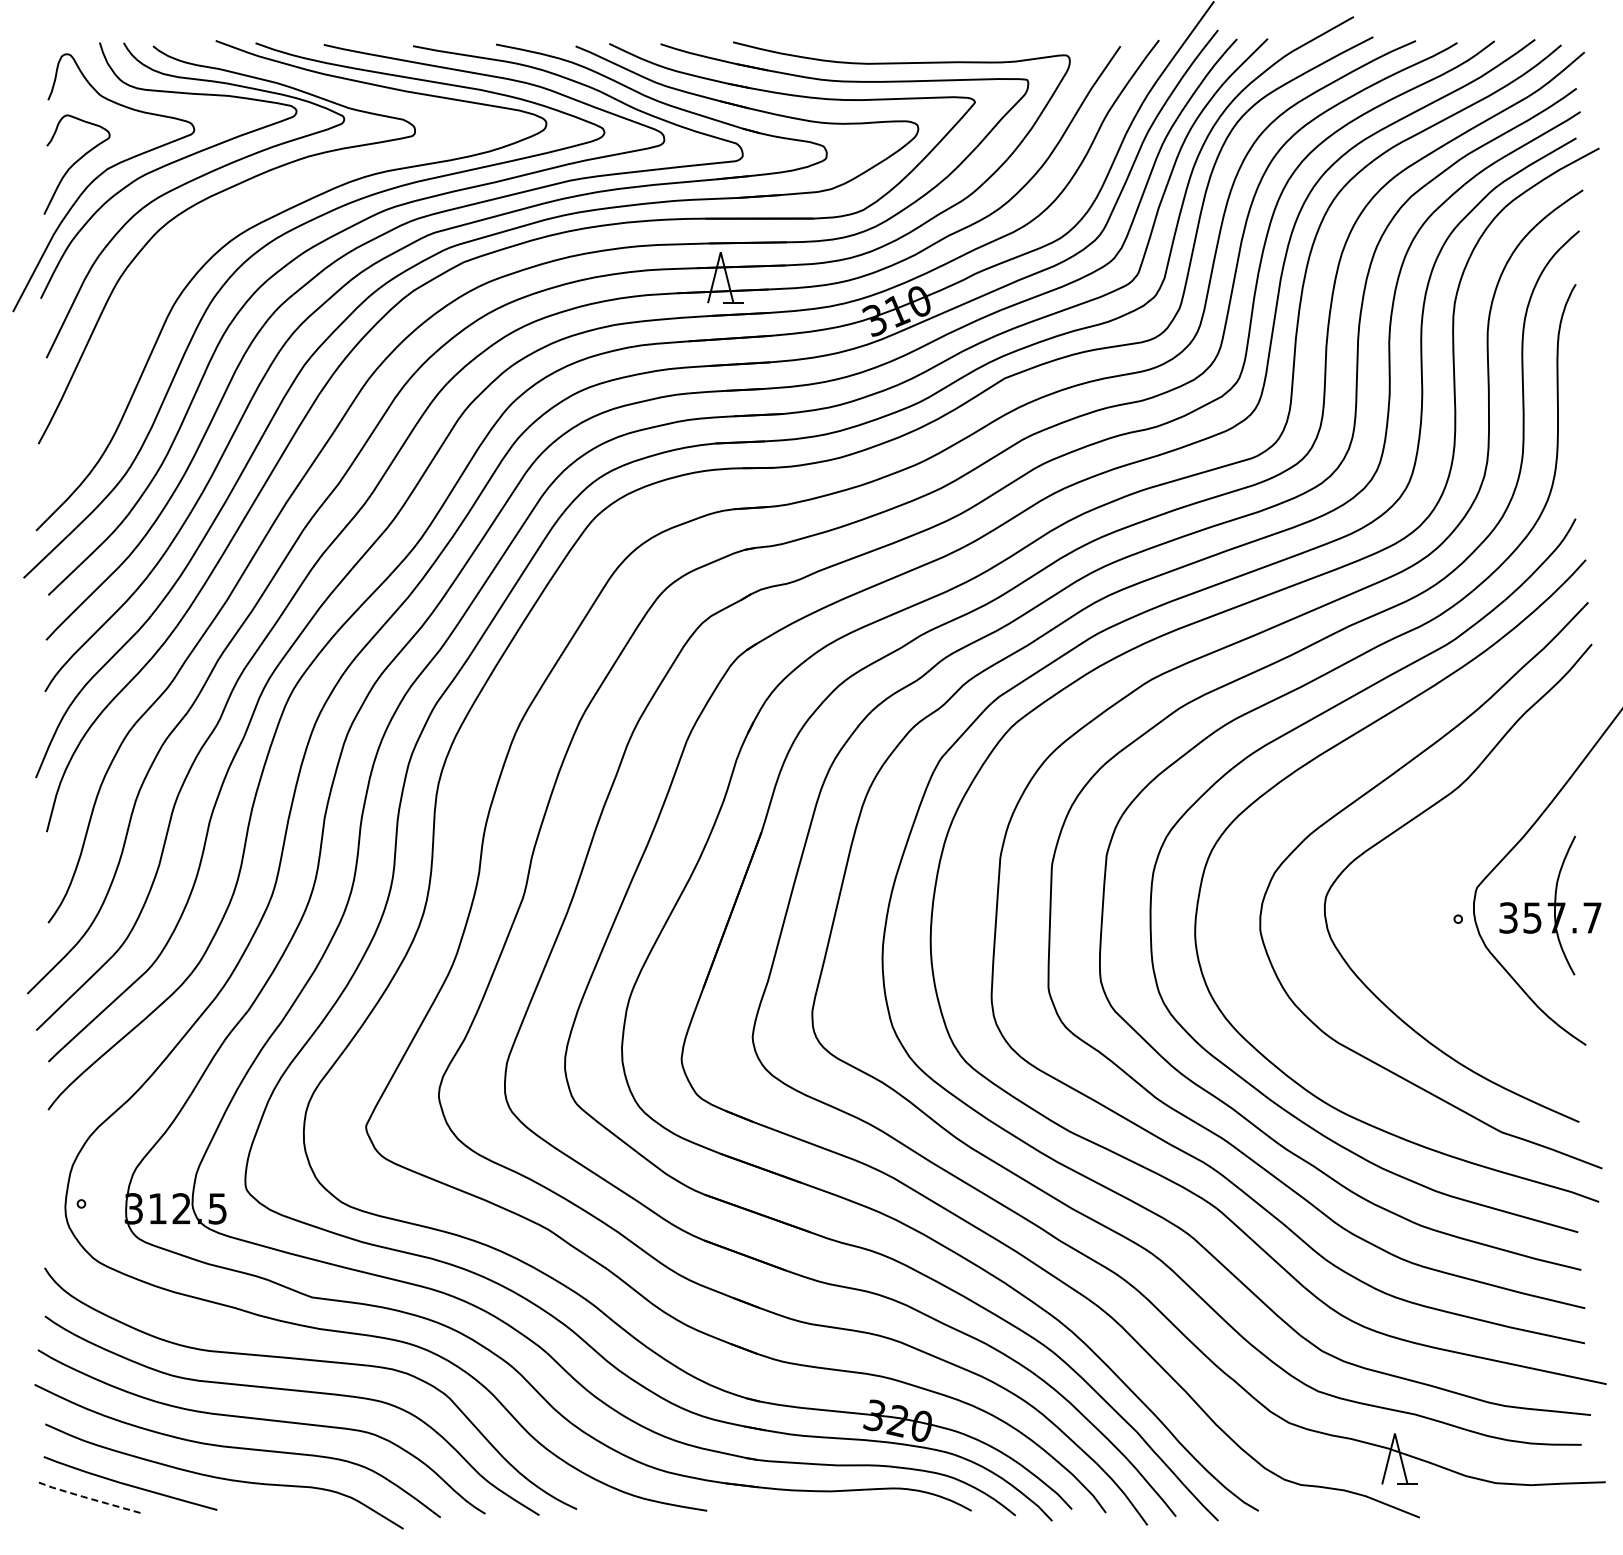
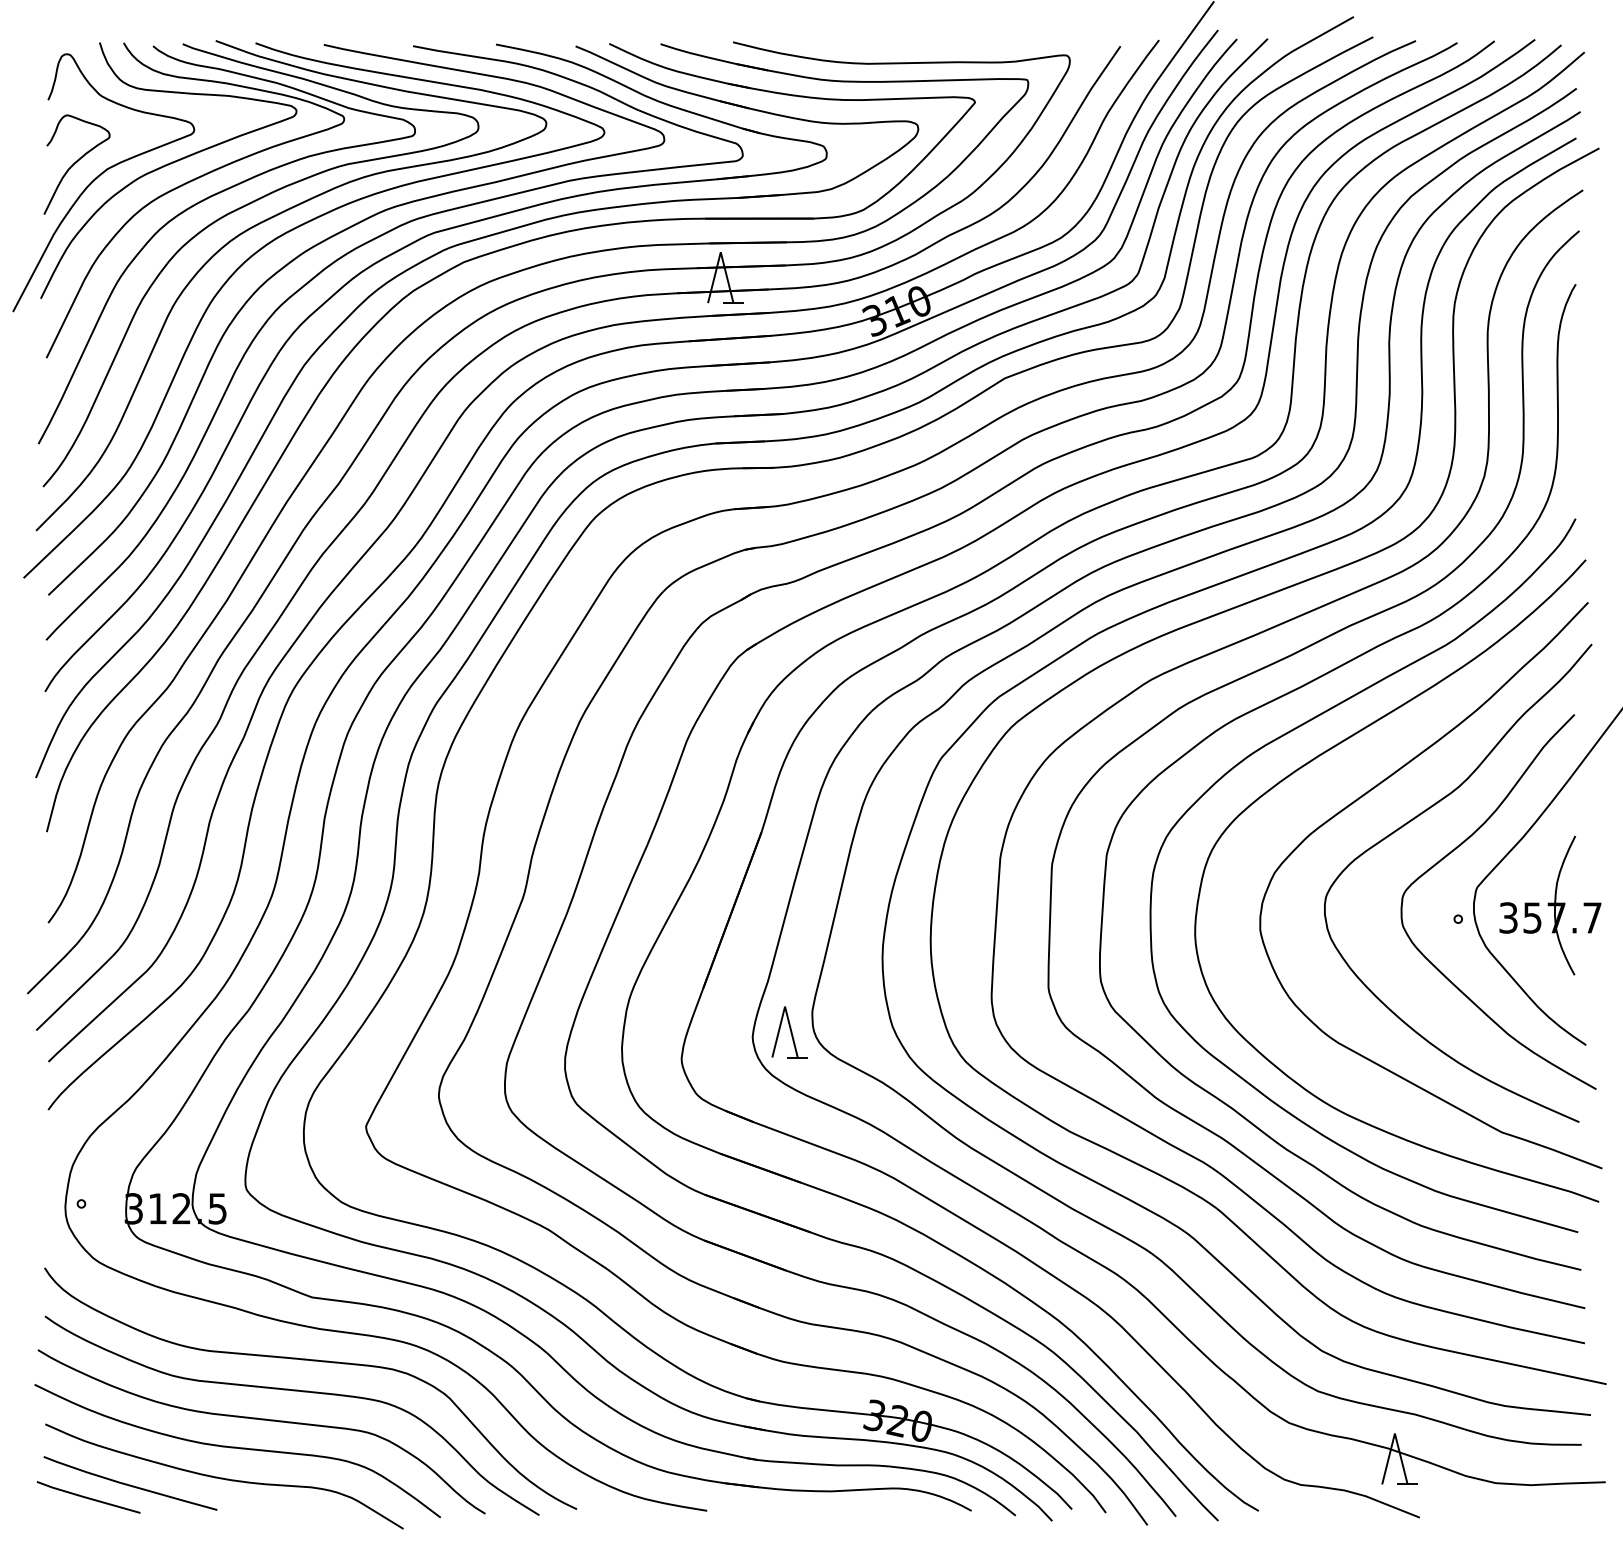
curve at (233, 212): none -> present
curve at (1456, 849): none -> present
part at (789, 1032): none -> present
line at (87, 1497): dashed -> solid
